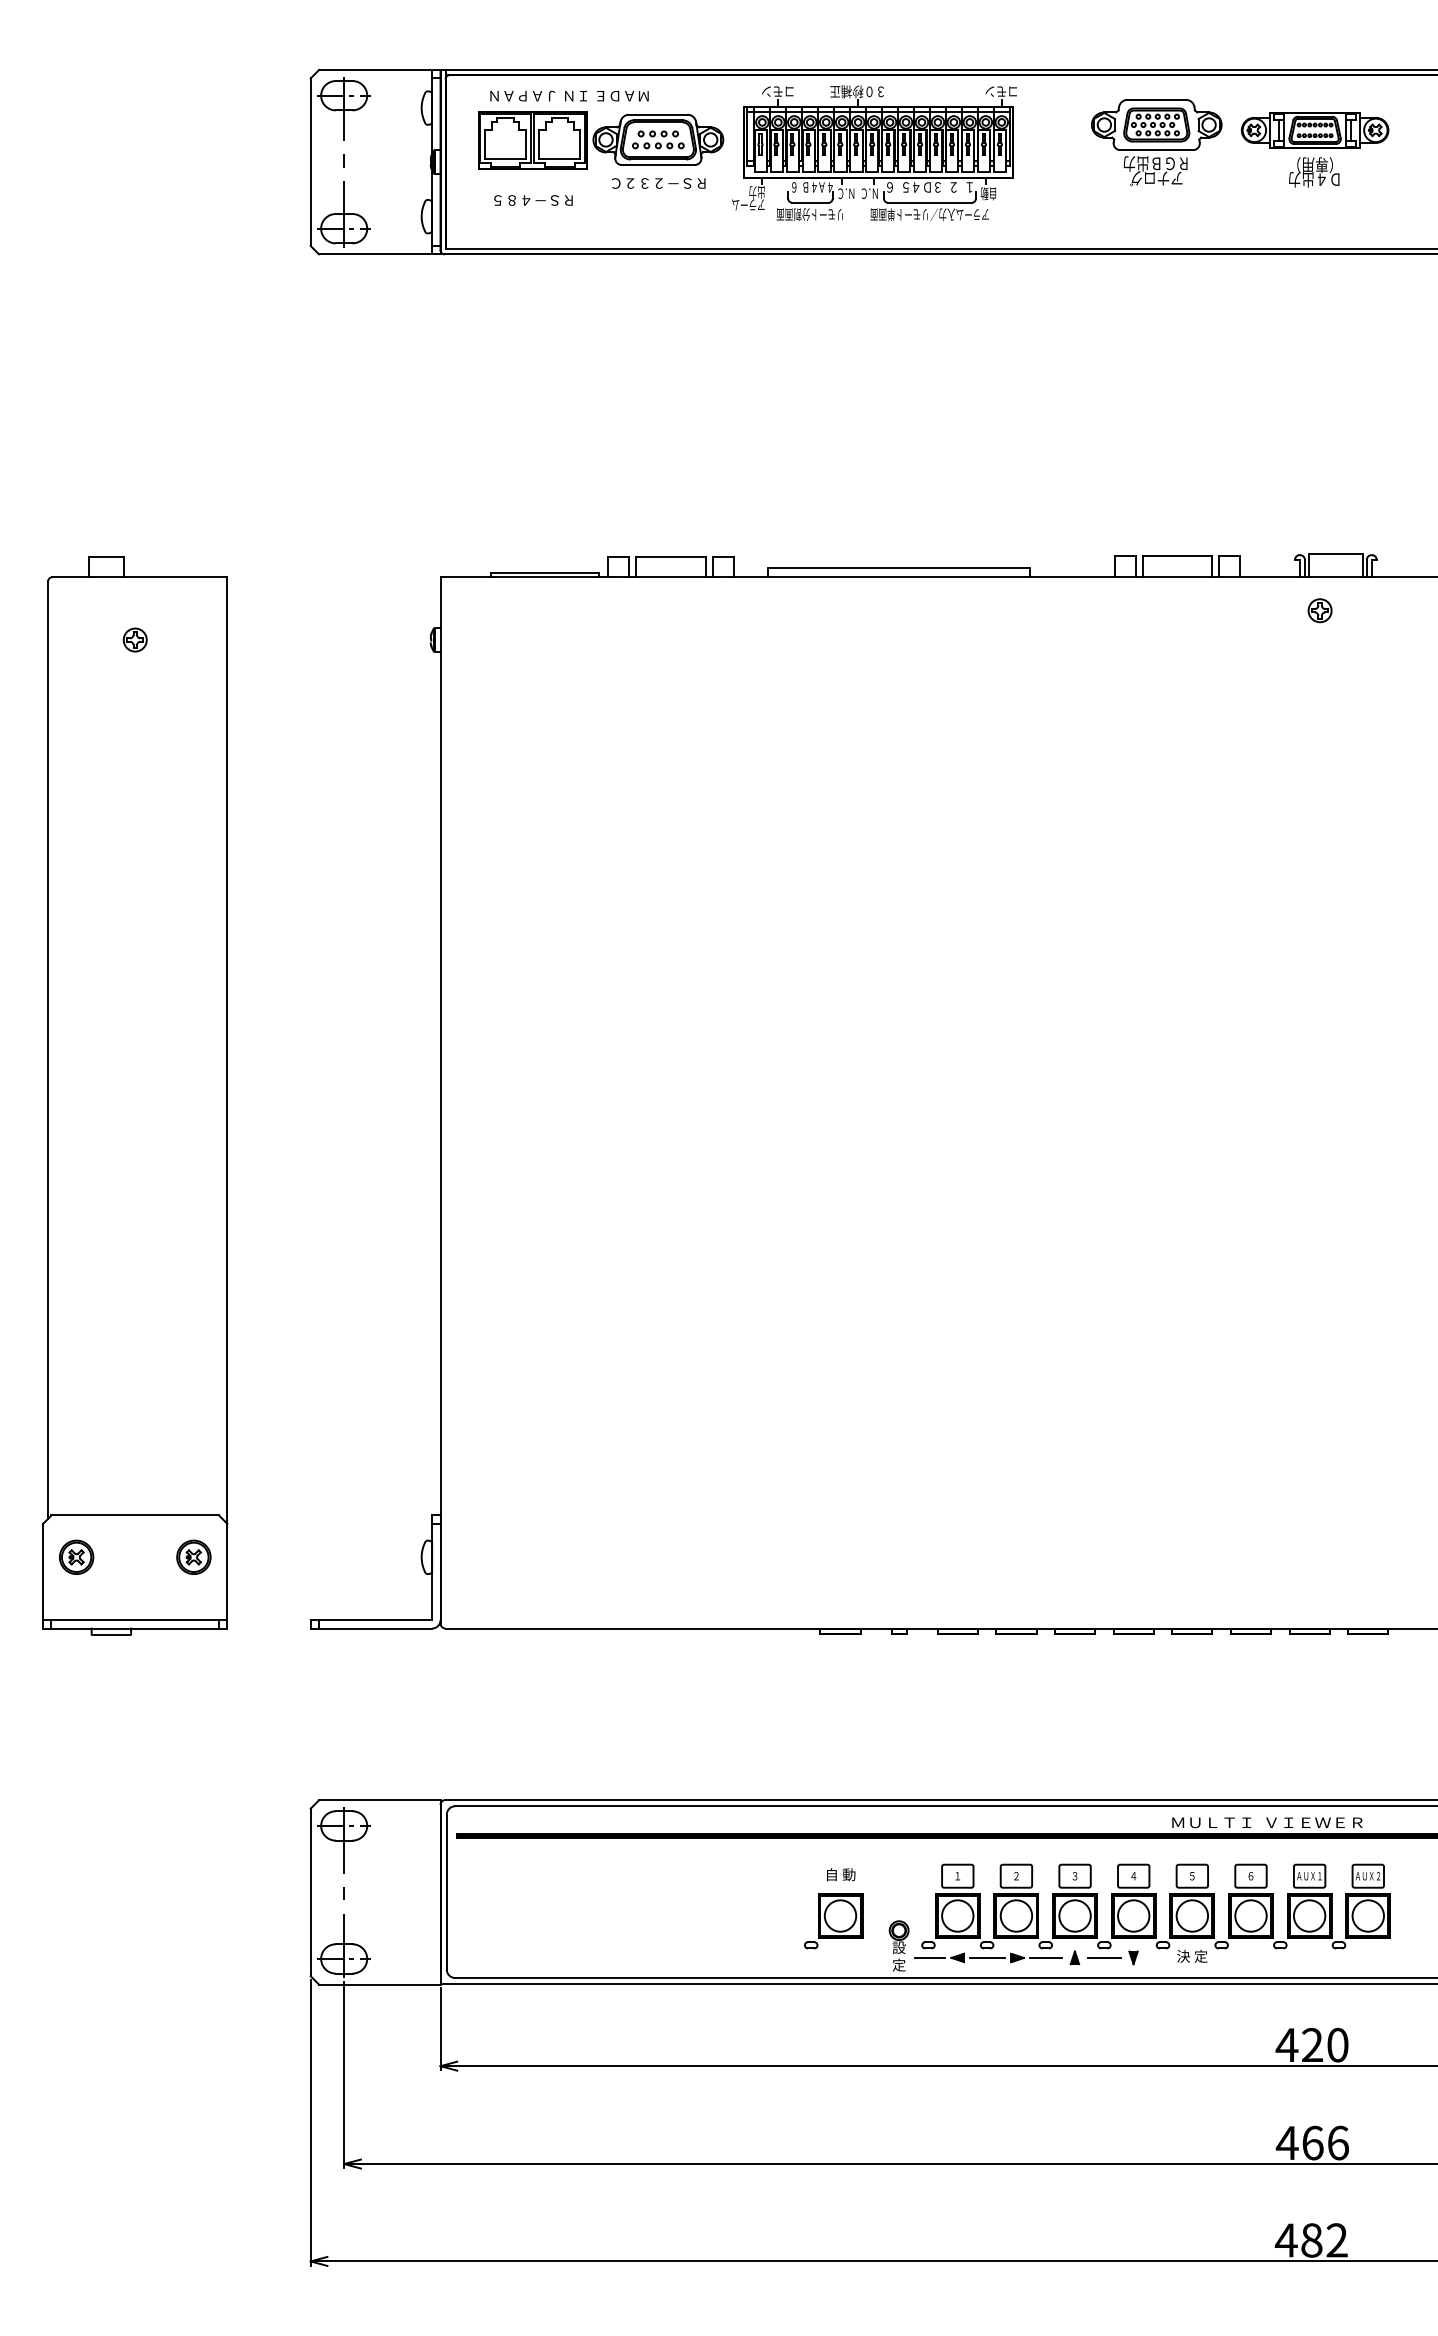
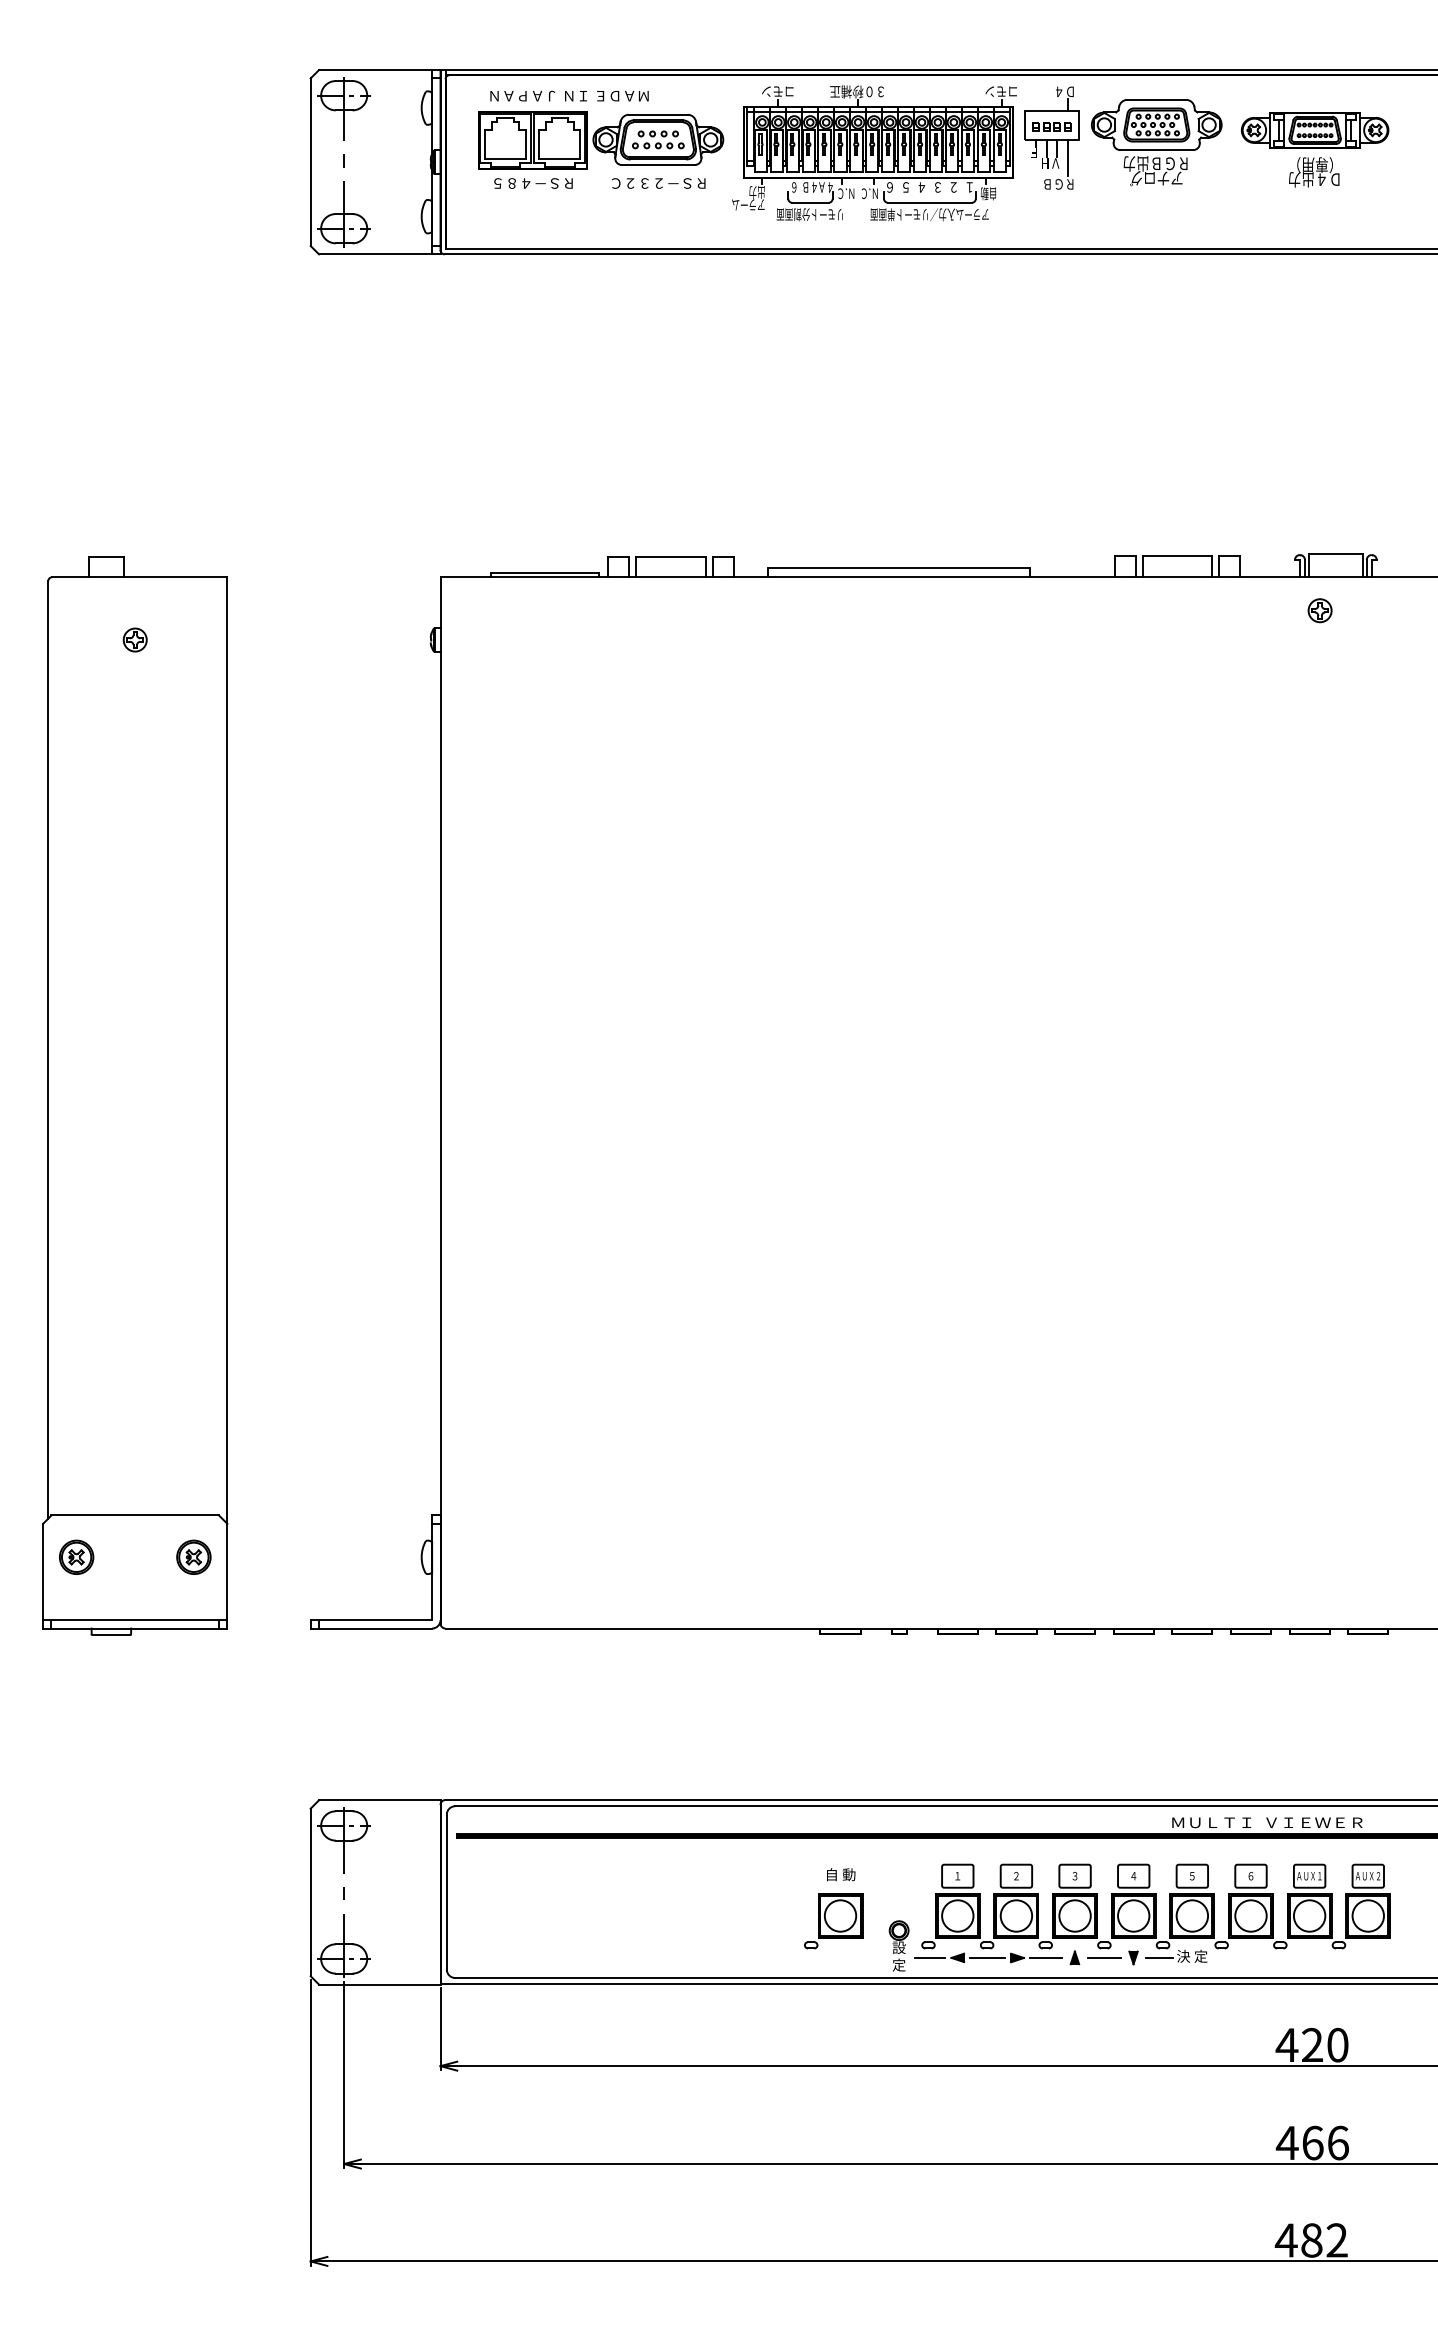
part at (1051, 137): none -> present
text at (921, 187): Ｄ４ -> ４
text at (533, 200) position: (533, 200) -> (533, 183)
line at (1159, 1957): none -> present
